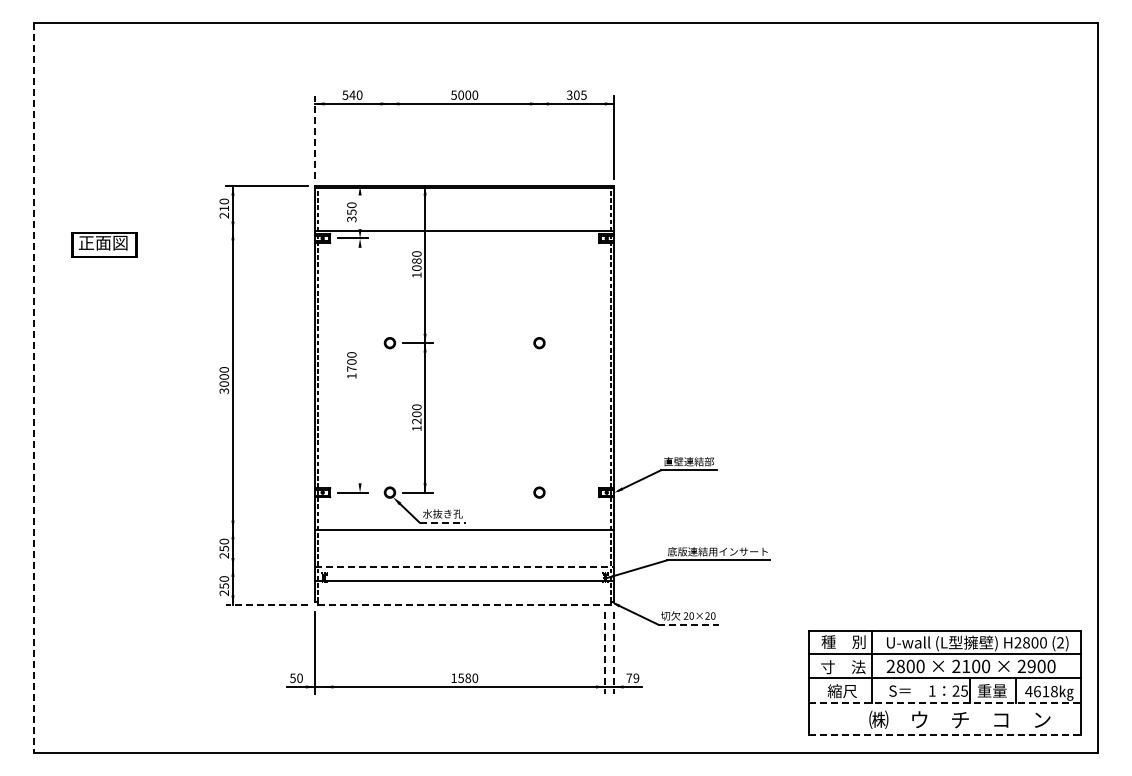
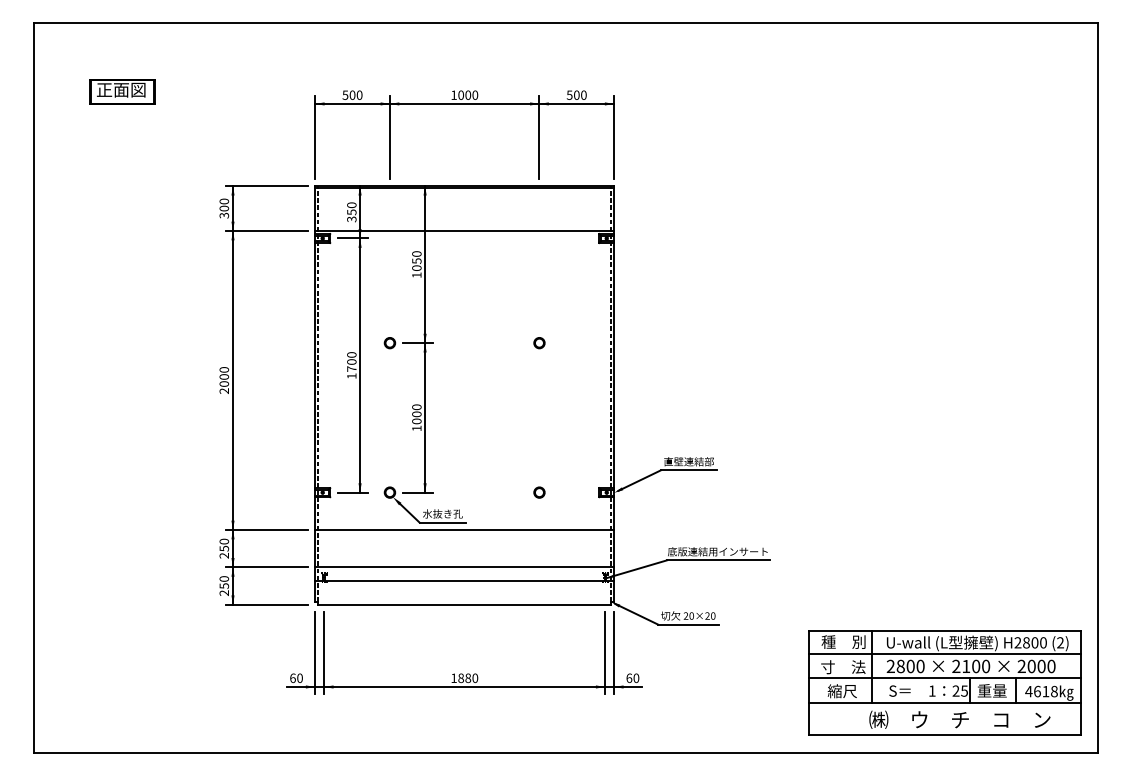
text at (352, 94): 540 -> 500
text at (453, 94): 5000 -> 1000
text at (576, 94): 305 -> 500
line at (315, 137): dashed -> solid
line at (389, 137): none -> present
line at (539, 137): none -> present
text at (224, 211): 210 -> 300
line at (266, 231): none -> present
part at (104, 244) position: (104, 244) -> (122, 91)
text at (416, 261): 1080 -> 1050
line at (360, 339): none -> present
line at (33, 388): dashed -> solid
text at (224, 390): 3000 -> 2000
text at (416, 421): 1200 -> 1000
line at (443, 522): dashed -> solid
line at (266, 530): none -> present
line at (266, 567): none -> present
line at (465, 567): dashed -> solid
line at (266, 604): dashed -> solid
line at (464, 604): dashed -> solid
line at (688, 624): dashed -> solid
line at (324, 653): none -> present
line at (605, 653): dashed -> solid
line at (614, 653): dashed -> solid
text at (1031, 666): 2900 -> 2000
text at (292, 677): 50 -> 60
text at (461, 677): 1580 -> 1880
text at (632, 678): 79 -> 60
line at (945, 702): dashed -> solid
line at (945, 735): dashed -> solid
